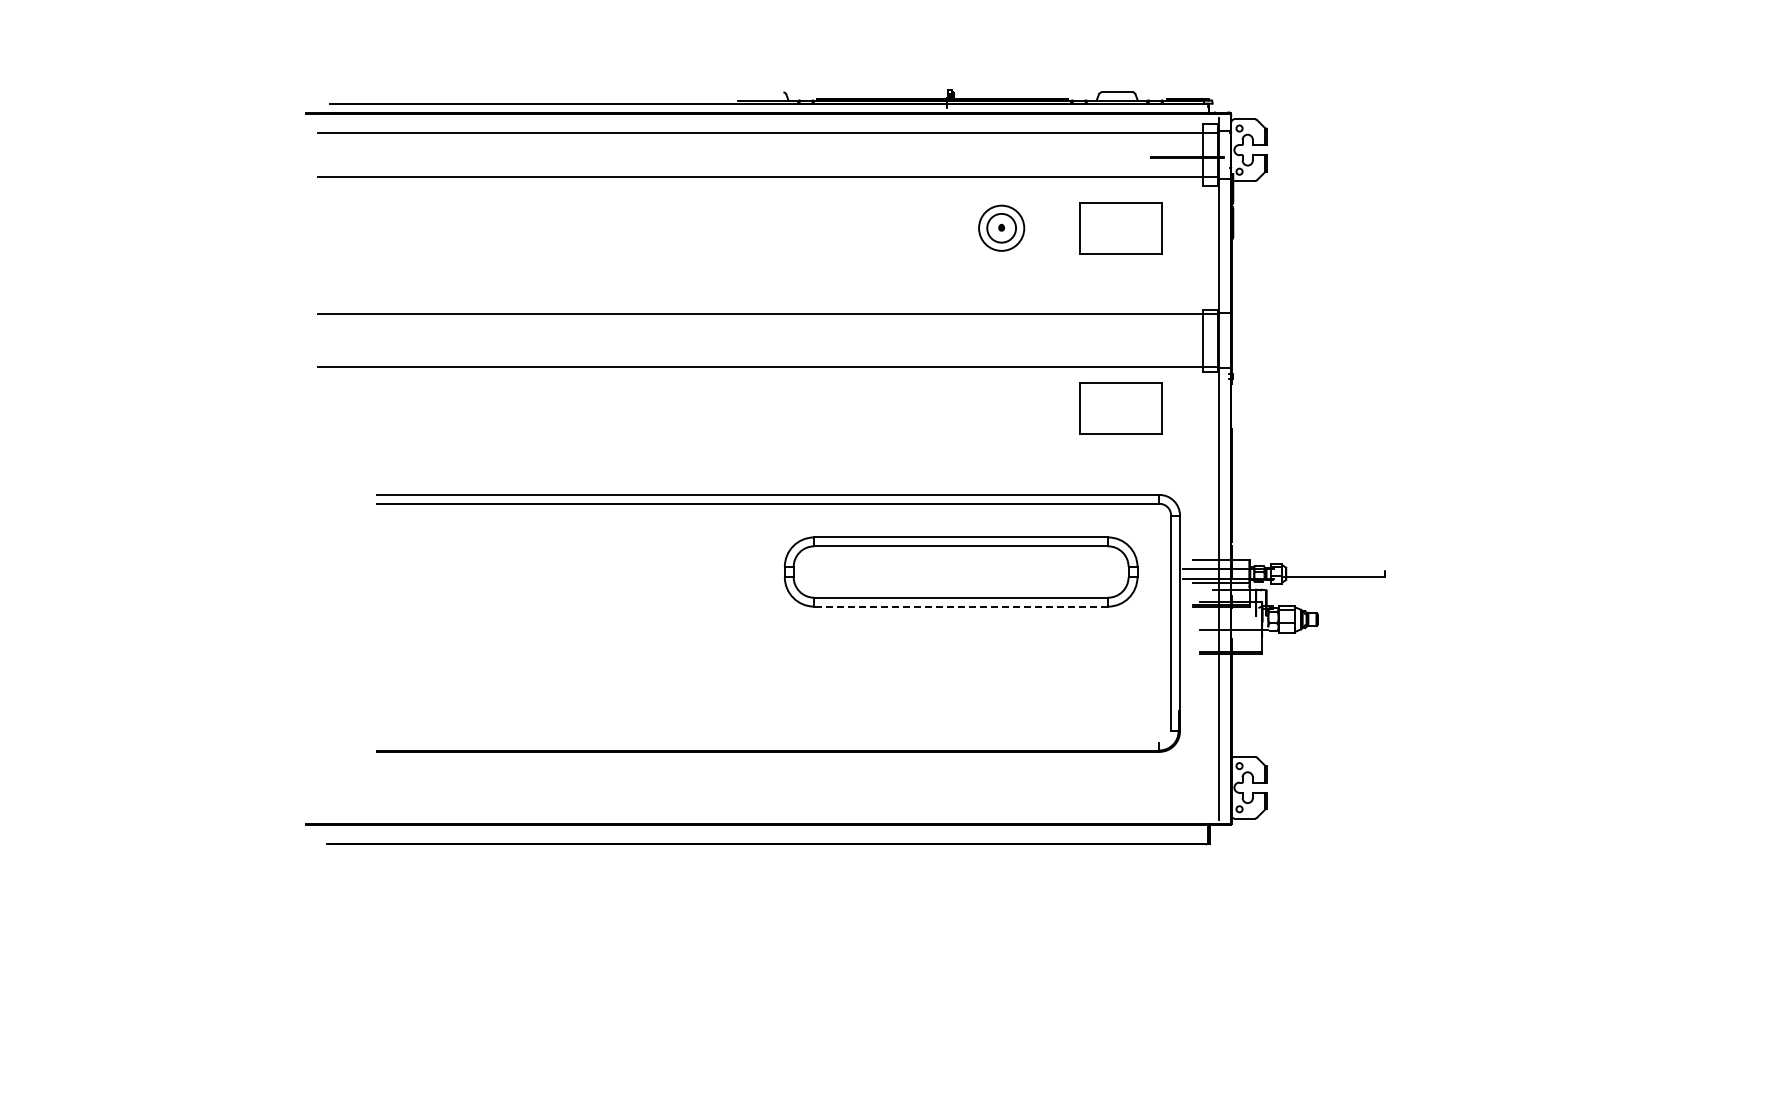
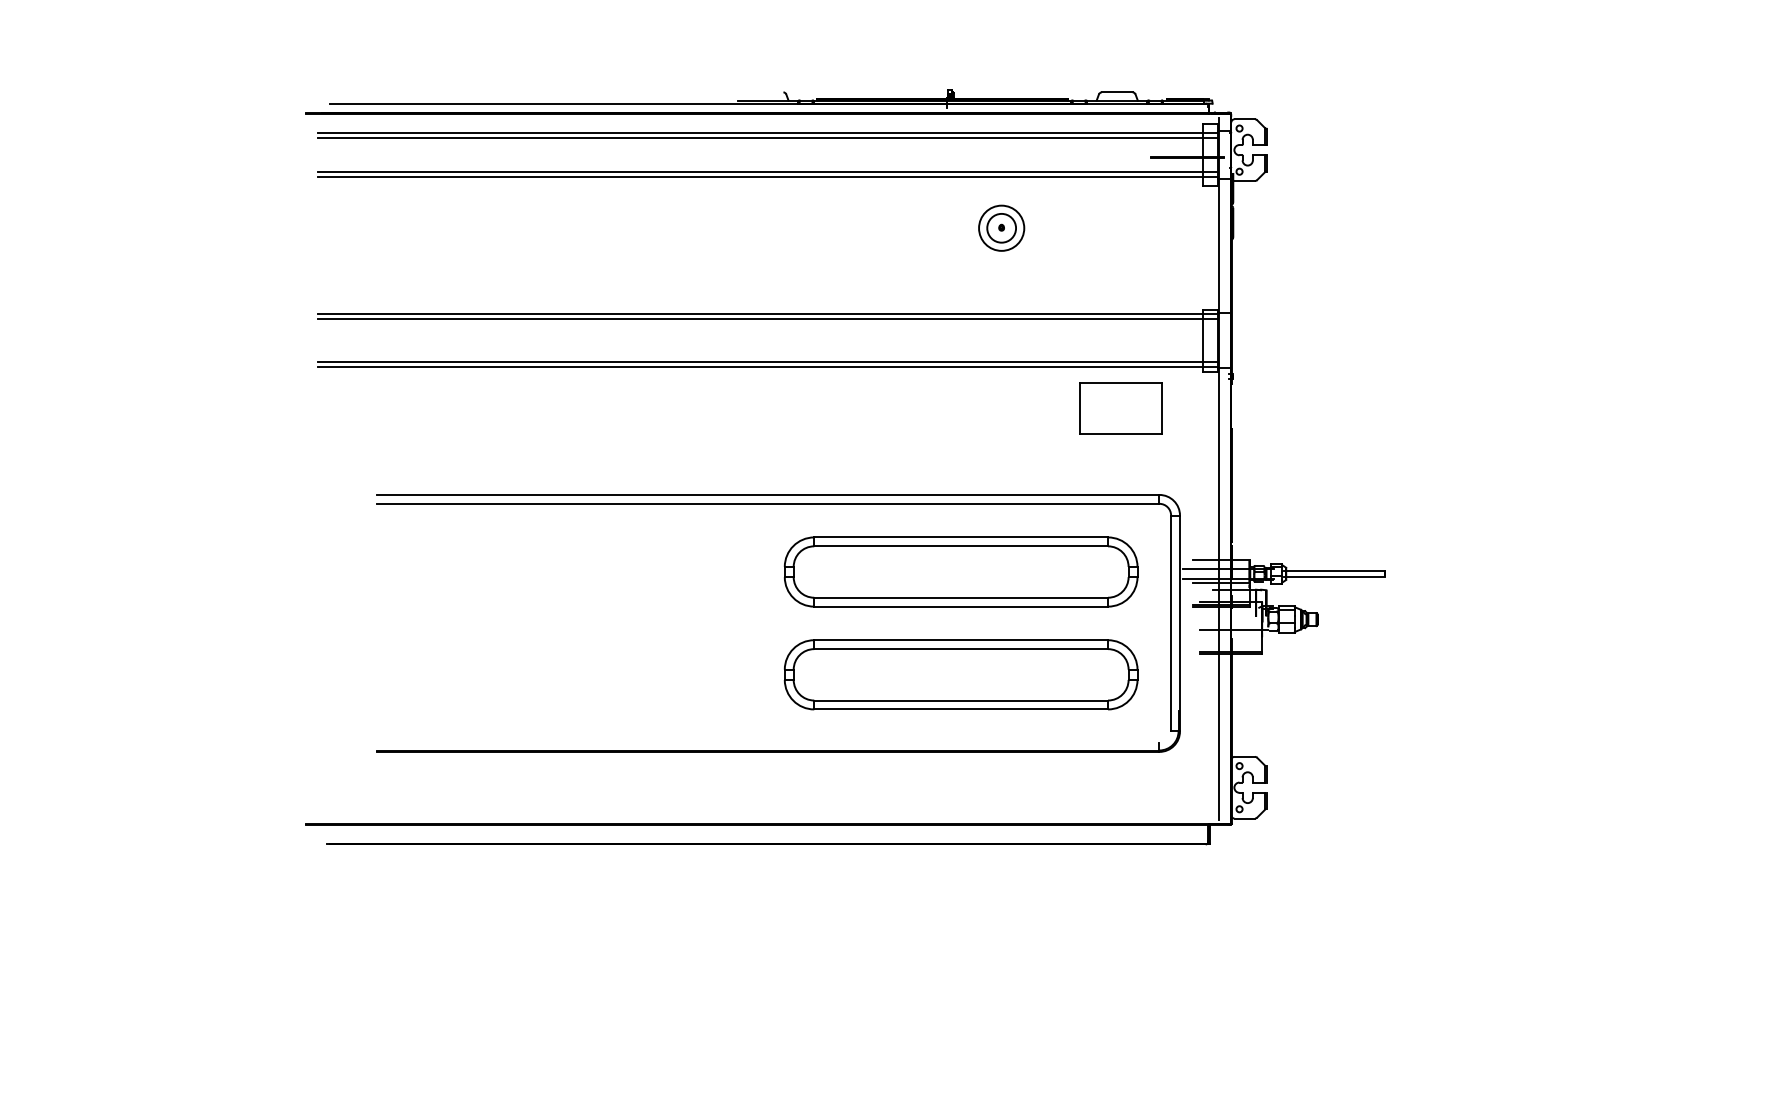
line at (767, 137): none -> present
line at (767, 172): none -> present
part at (1120, 228): present -> none
line at (767, 319): none -> present
line at (767, 362): none -> present
line at (1333, 570): none -> present
line at (961, 606): dashed -> solid
part at (960, 674): none -> present
